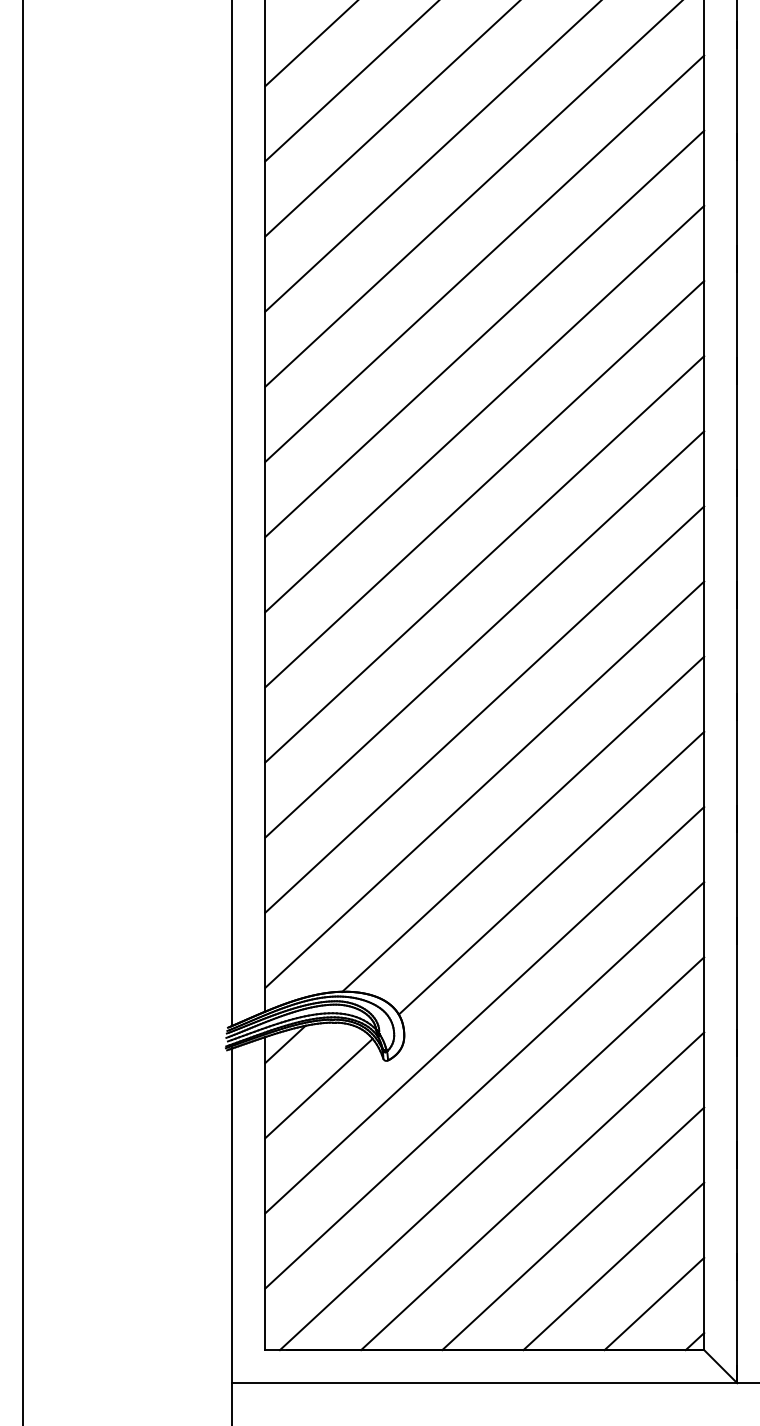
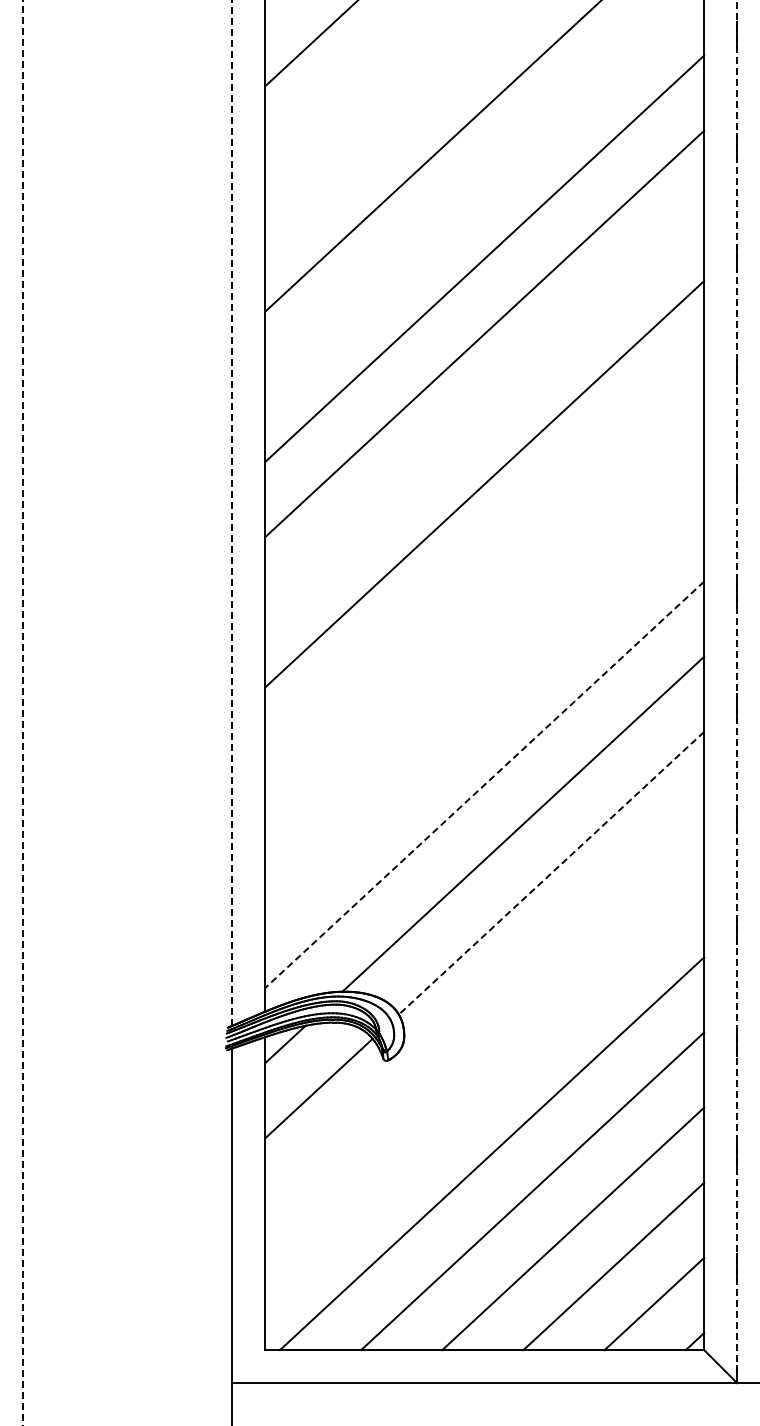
line at (351, 81): present -> none
line at (391, 119): present -> none
line at (472, 194): present -> none
line at (484, 408): present -> none
line at (232, 513): solid -> dashed
line at (484, 559): present -> none
line at (484, 634): present -> none
line at (737, 692): solid -> dashed
line at (484, 709): present -> none
line at (22, 712): solid -> dashed
line at (484, 785): solid -> dashed
line at (551, 873): solid -> dashed
line at (484, 1010): present -> none
line at (484, 1085): present -> none
